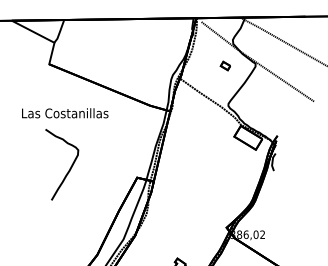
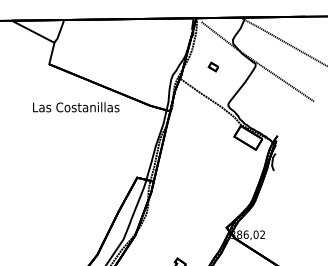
part at (224, 65) position: (224, 65) -> (212, 66)
text at (65, 113) position: (65, 113) -> (76, 107)
curve at (69, 168): present -> none
